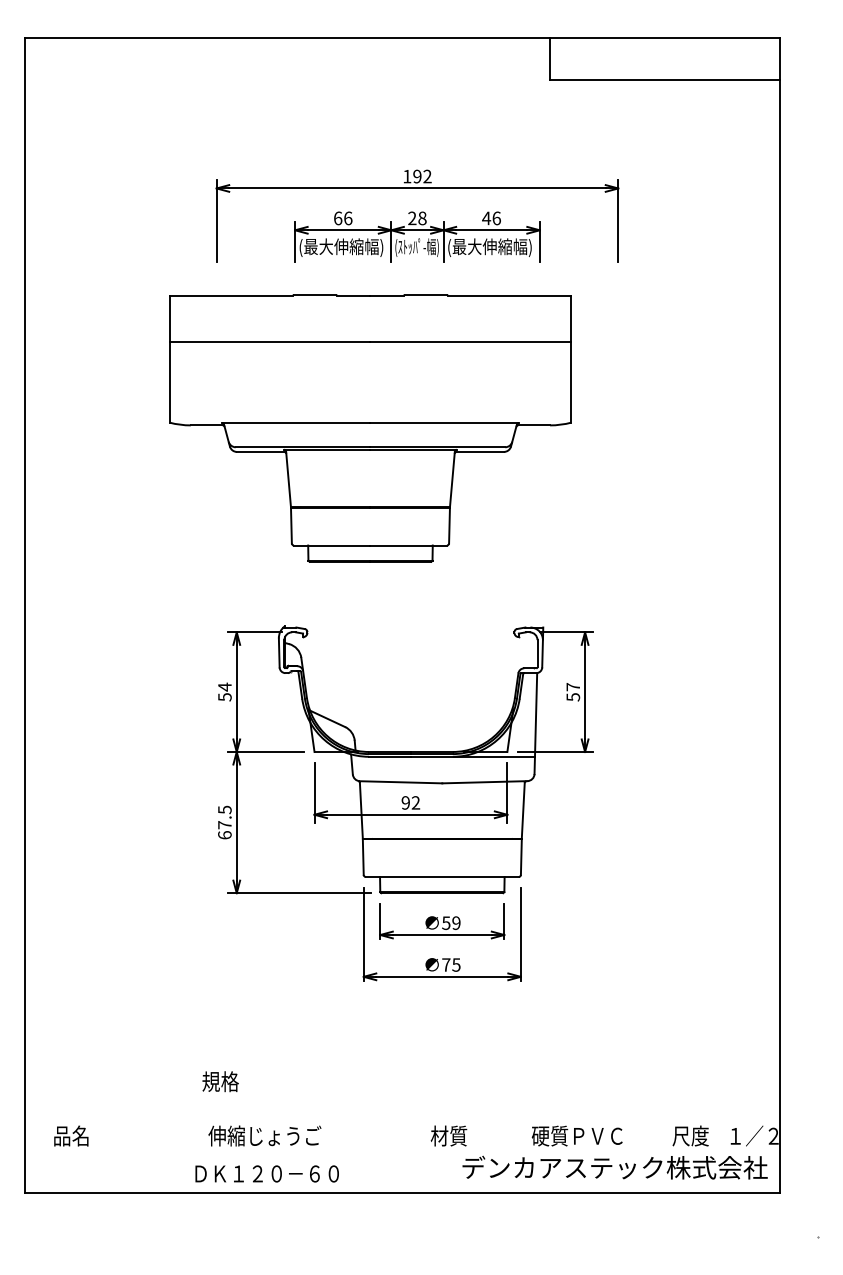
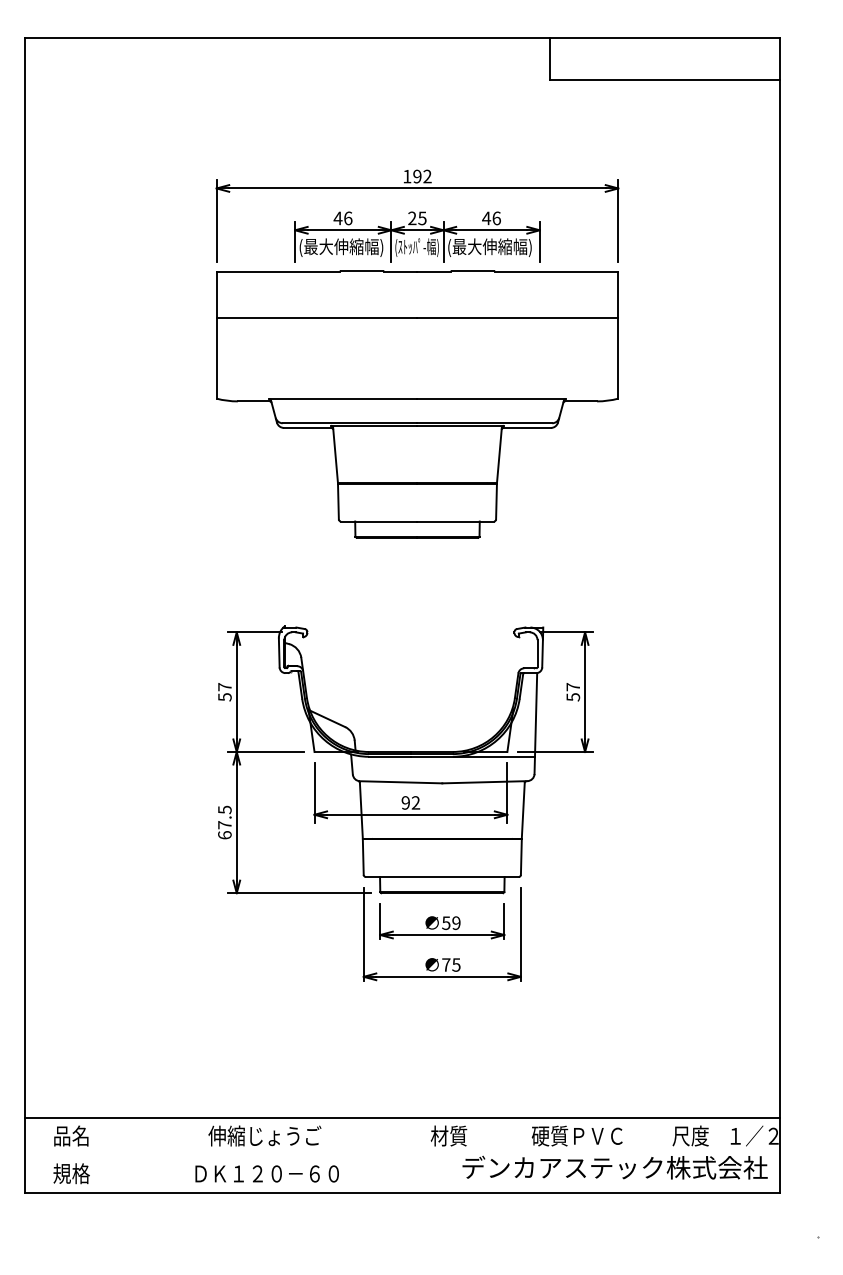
text at (337, 218): 66 -> 46
text at (422, 218): 28 -> 25
part at (370, 428) position: (370, 428) -> (417, 404)
text at (224, 686): 54 -> 57
text at (220, 1081) position: (220, 1081) -> (71, 1173)
line at (402, 1117): none -> present
